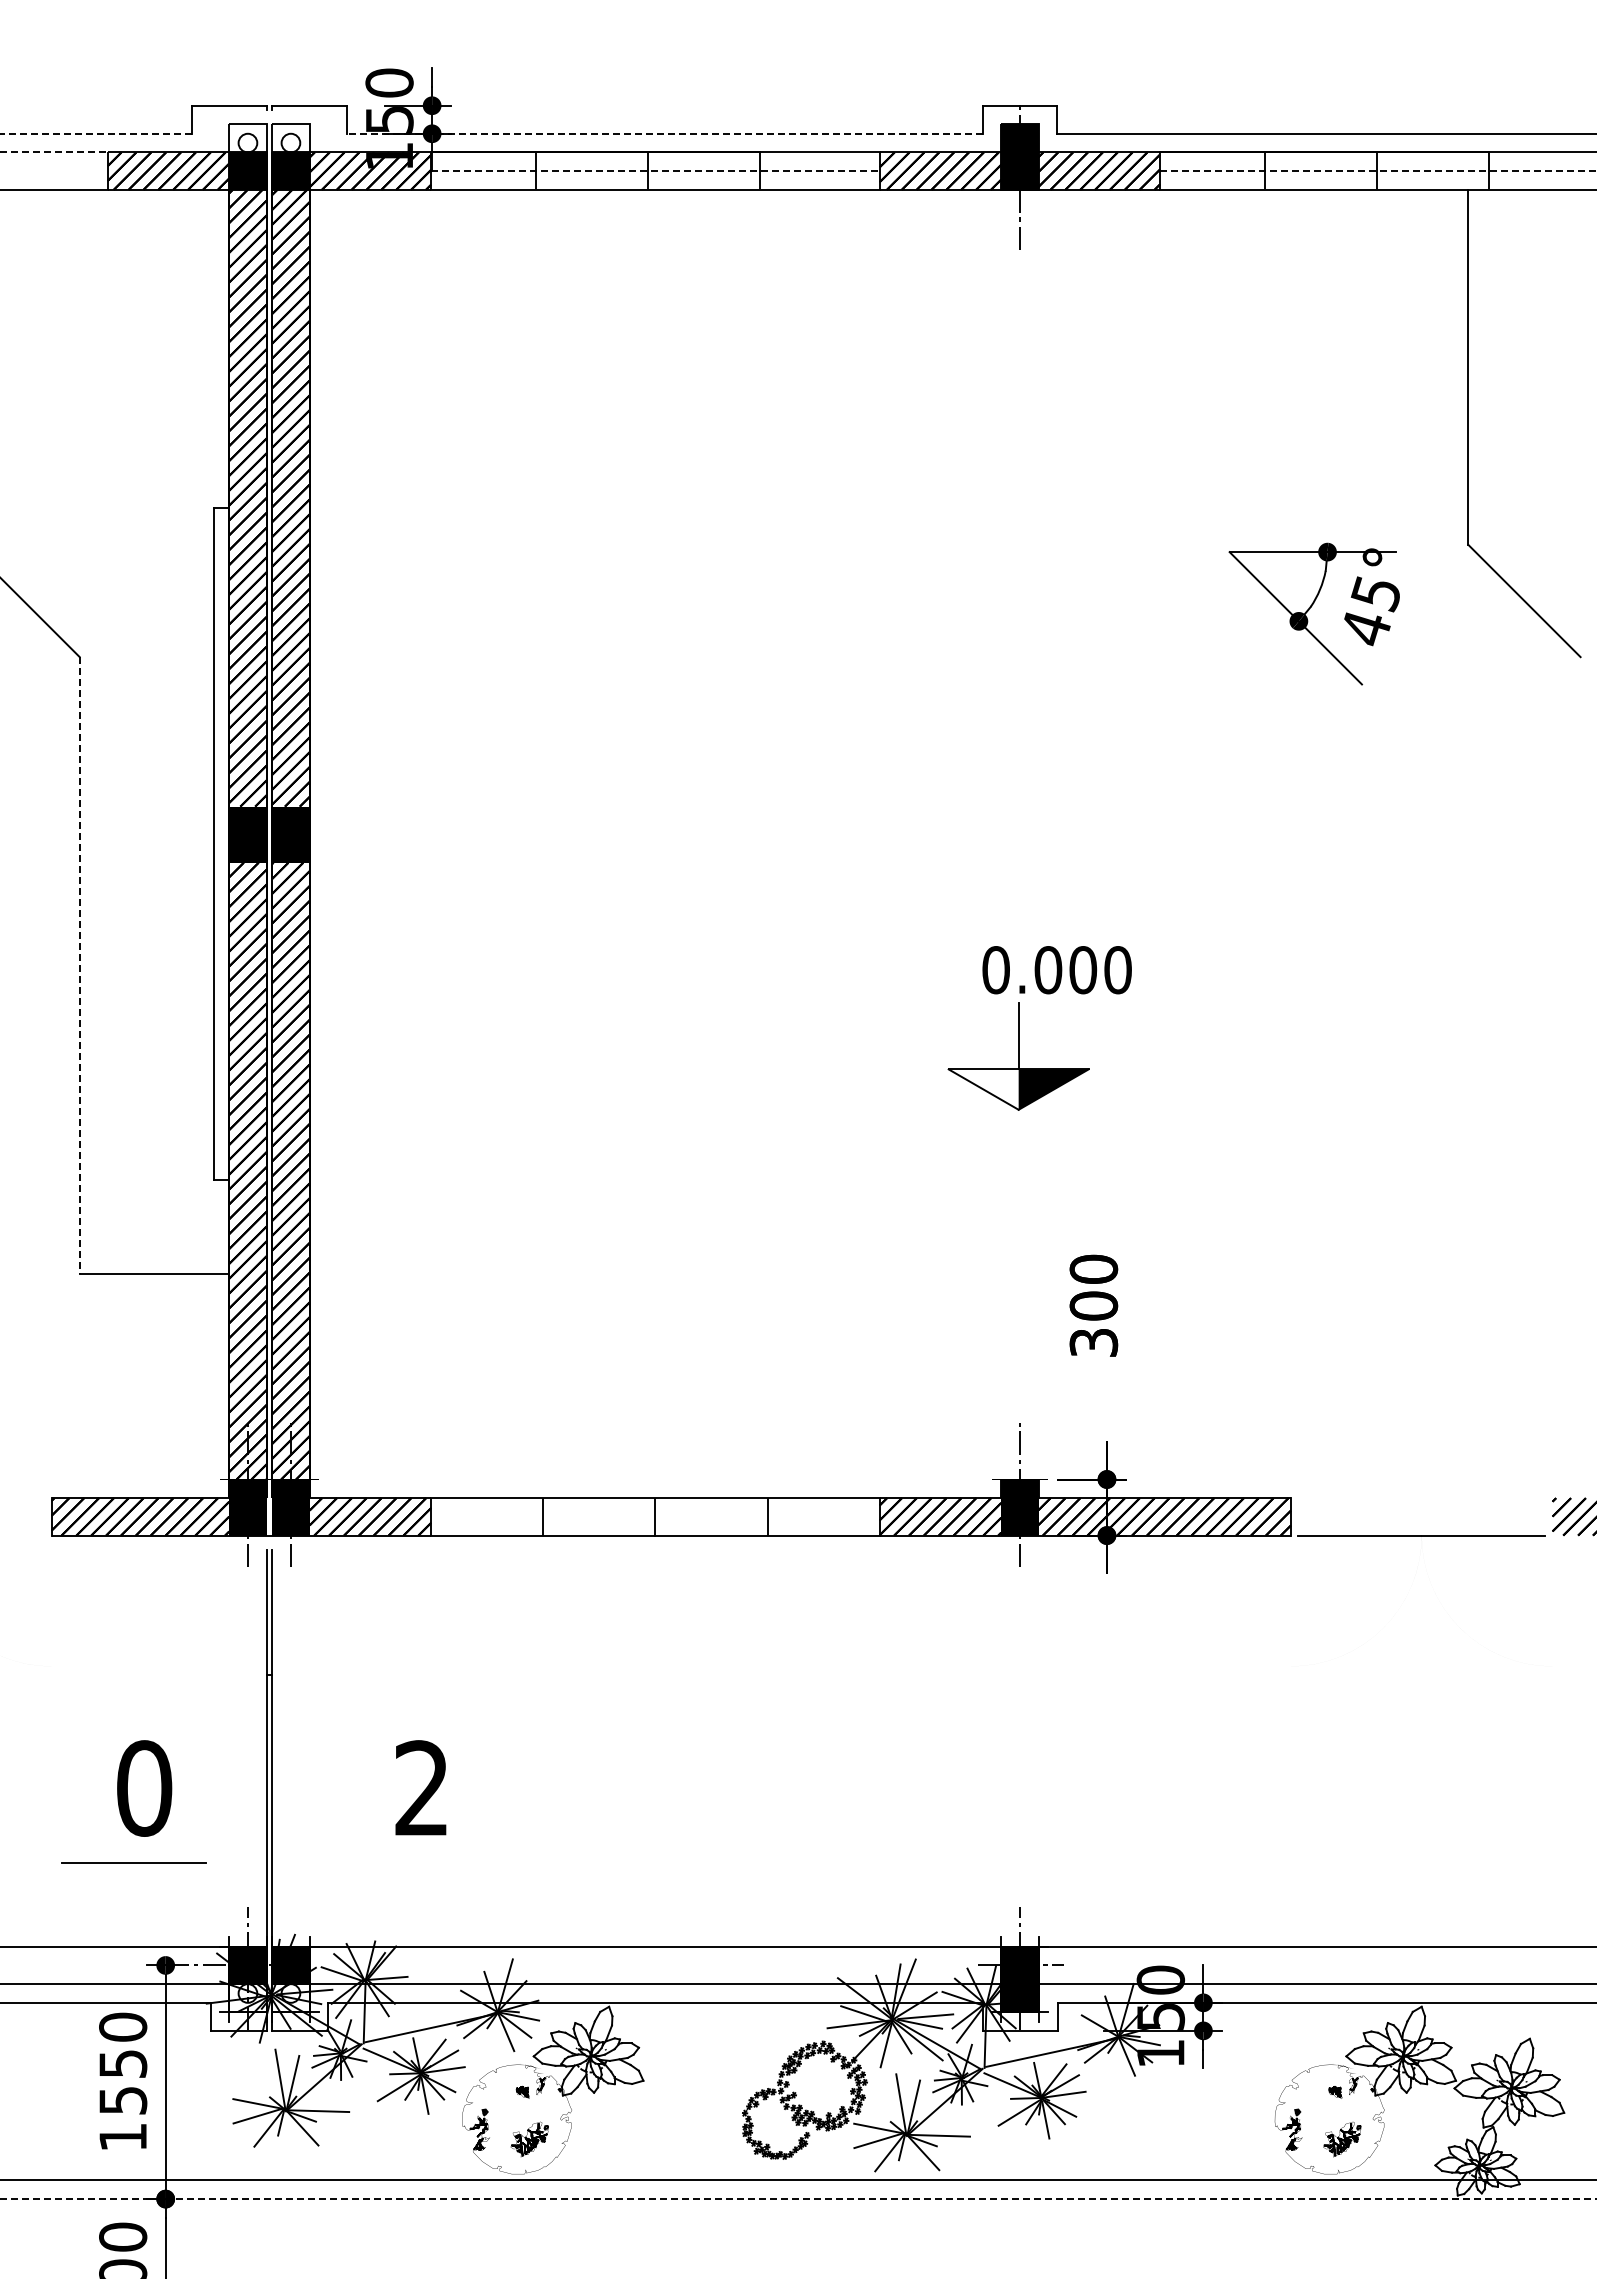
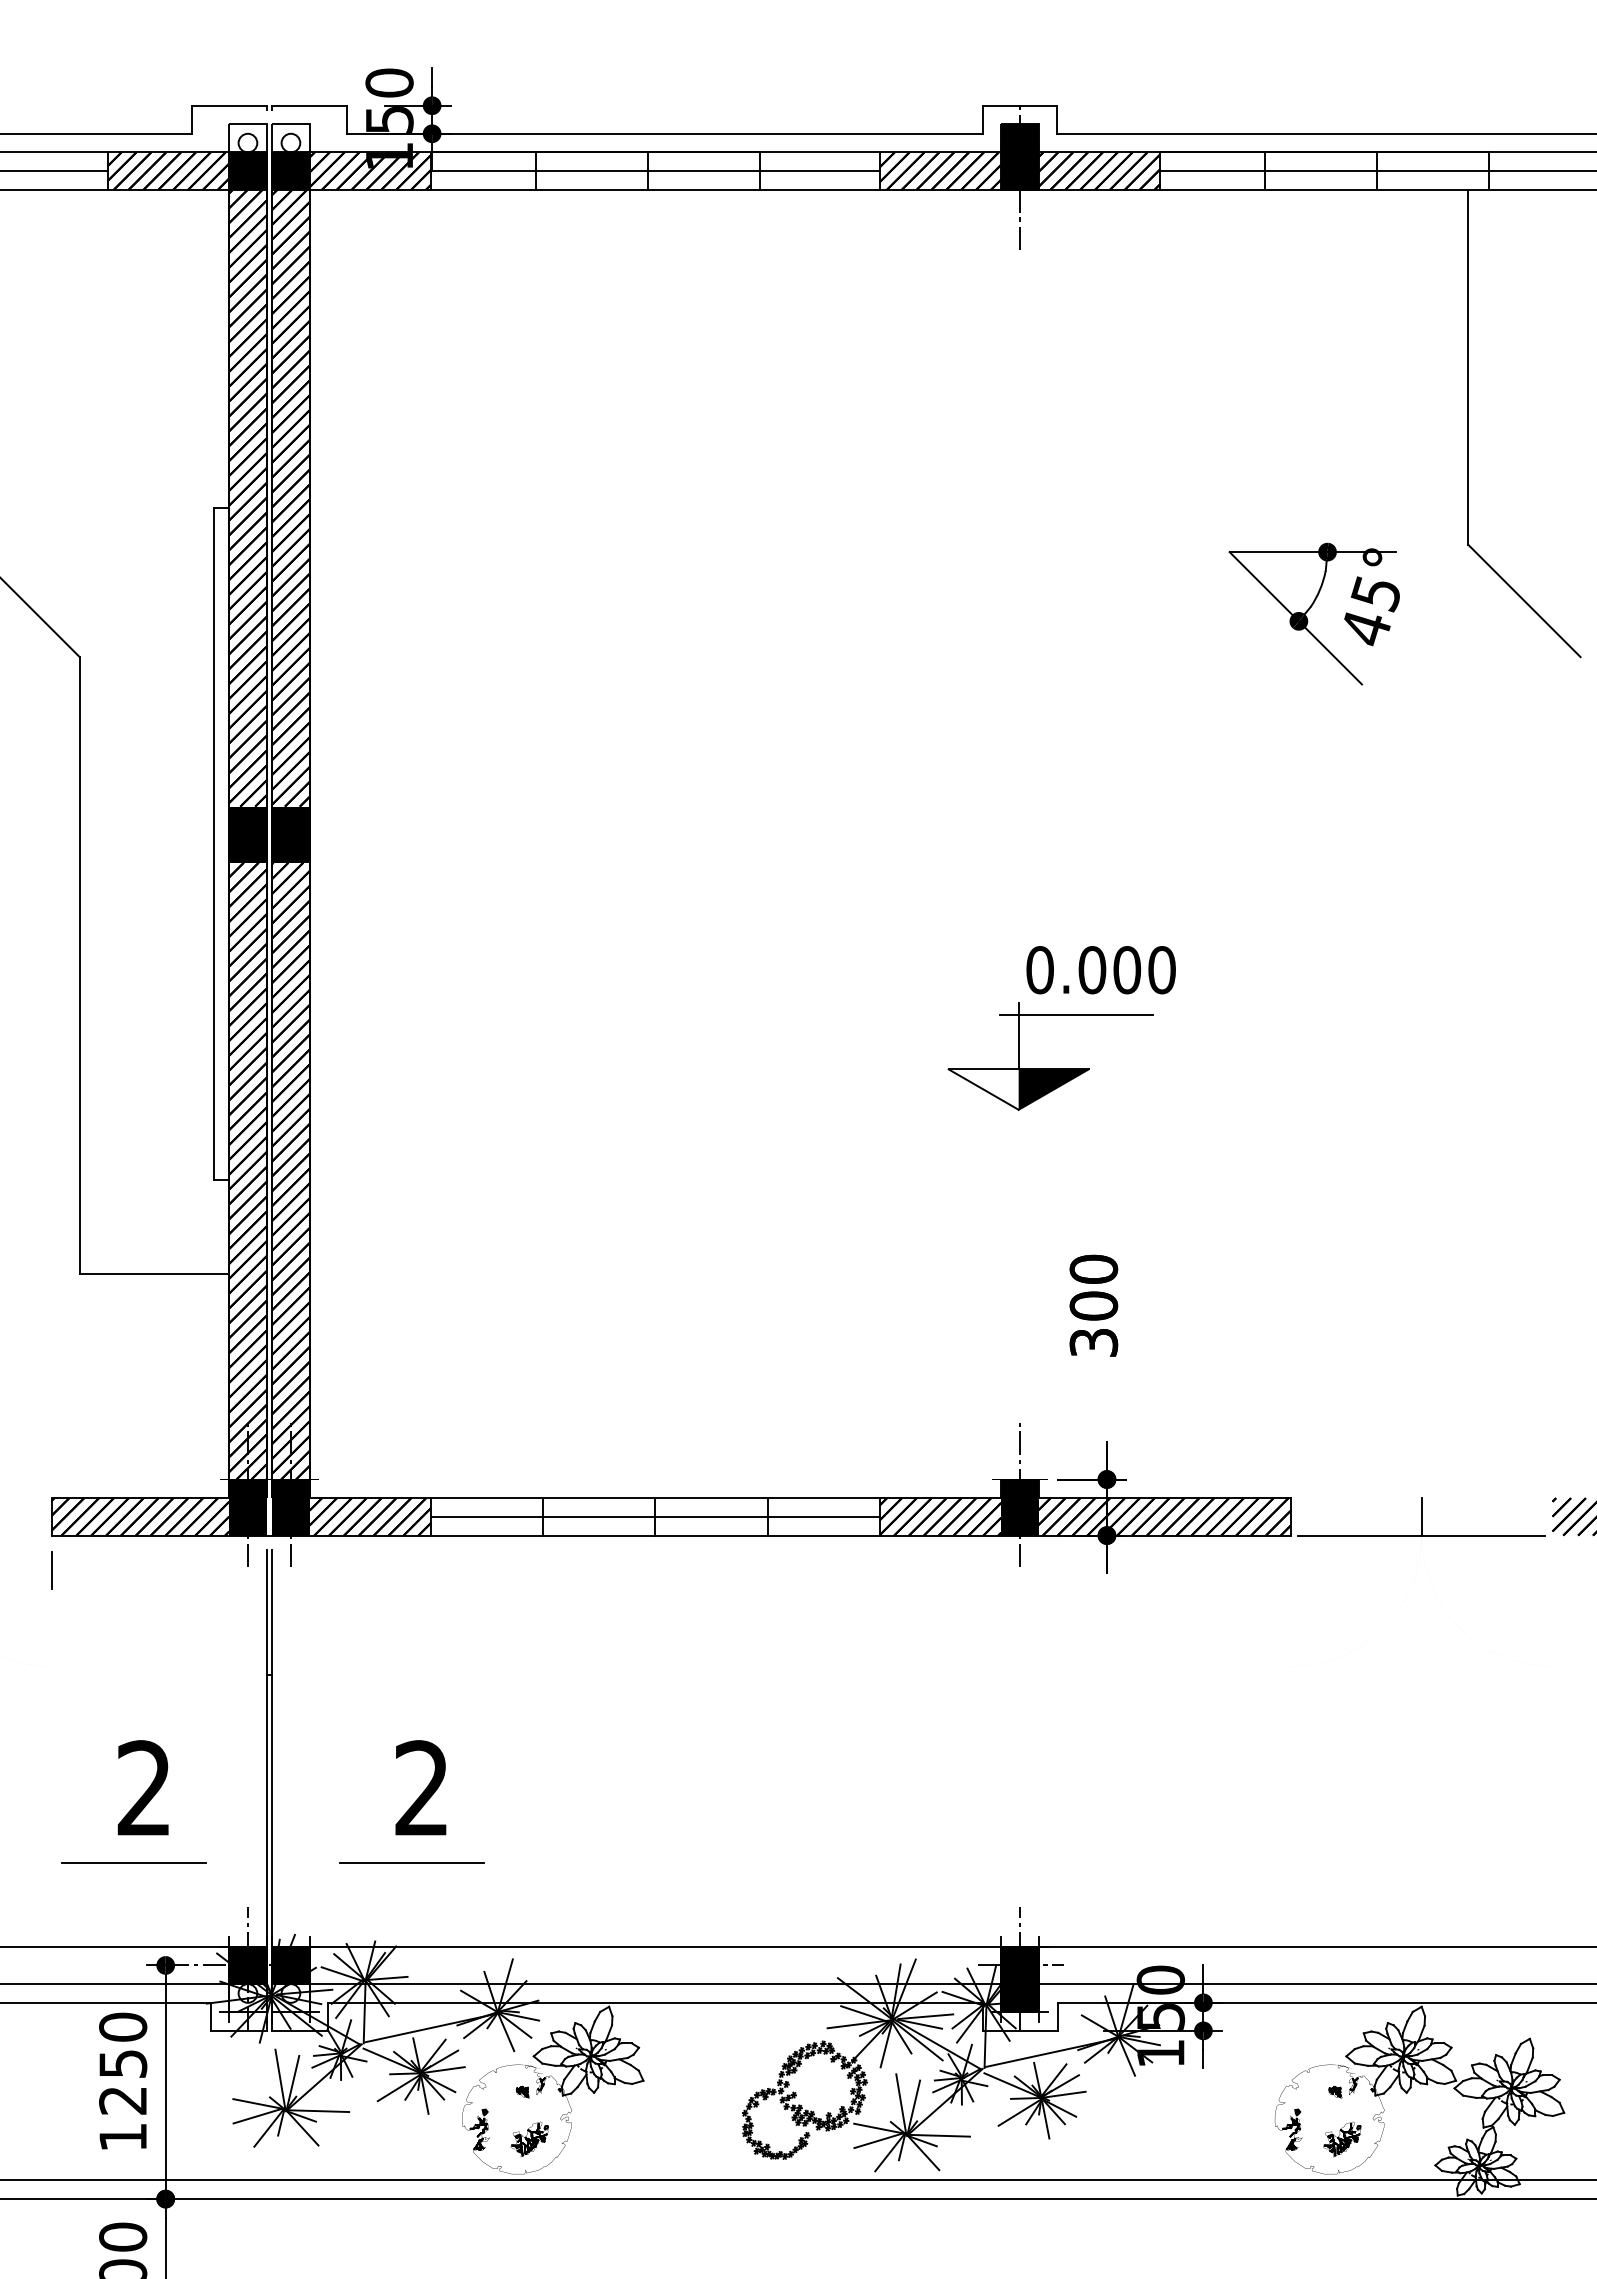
line at (95, 133): dashed -> solid
line at (664, 133): dashed -> solid
line at (54, 152): dashed -> solid
line at (54, 171): none -> present
line at (655, 171): dashed -> solid
line at (1378, 171): dashed -> solid
line at (79, 966): dashed -> solid
text at (1056, 970) position: (1056, 970) -> (1100, 970)
line at (1076, 1015): none -> present
line at (655, 1516): none -> present
line at (1421, 1516): none -> present
line at (51, 1570): none -> present
text at (144, 1788): 0 -> 2
line at (411, 1863): none -> present
text at (123, 2100): 1550 -> 1250
line at (798, 2199): dashed -> solid
